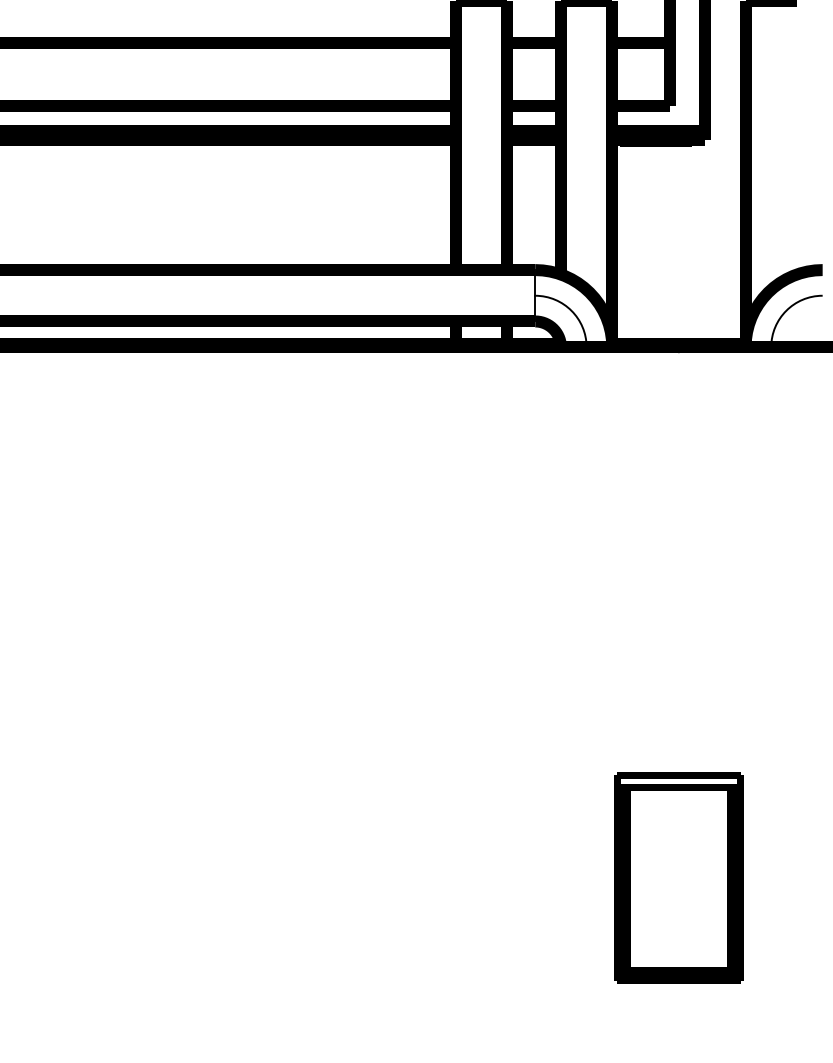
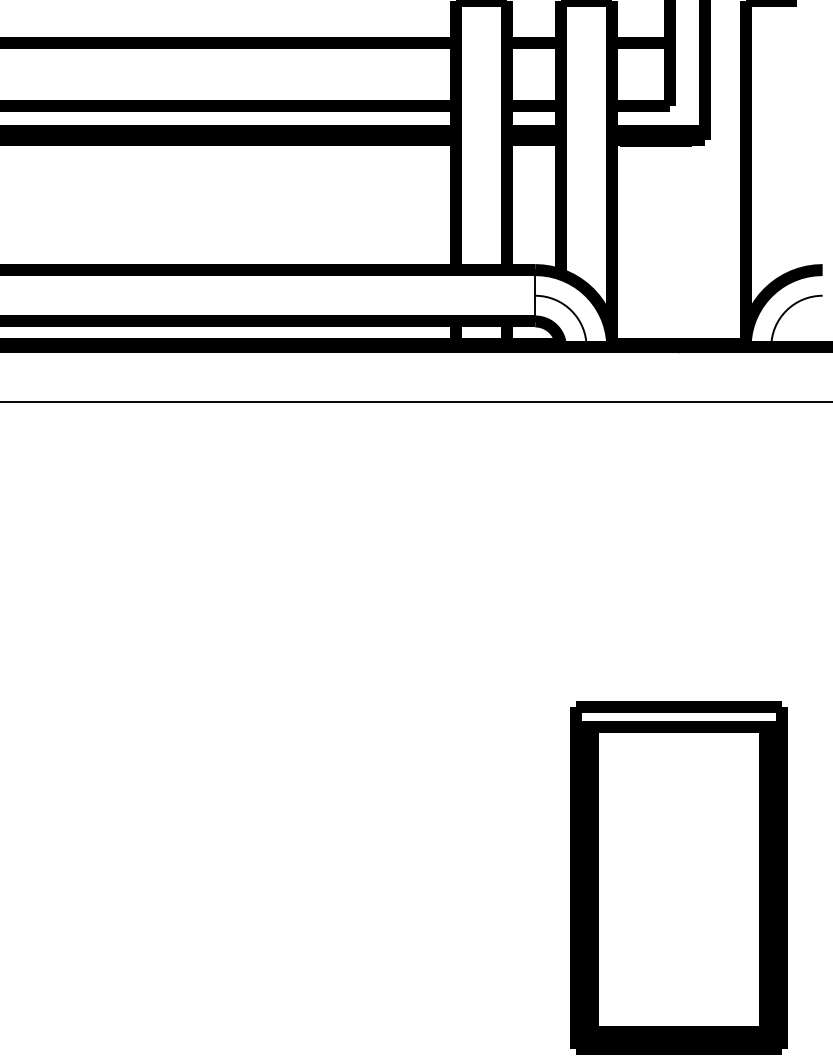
line at (415, 401): none -> present
part at (678, 877) size: 130x212 px -> 218x354 px
